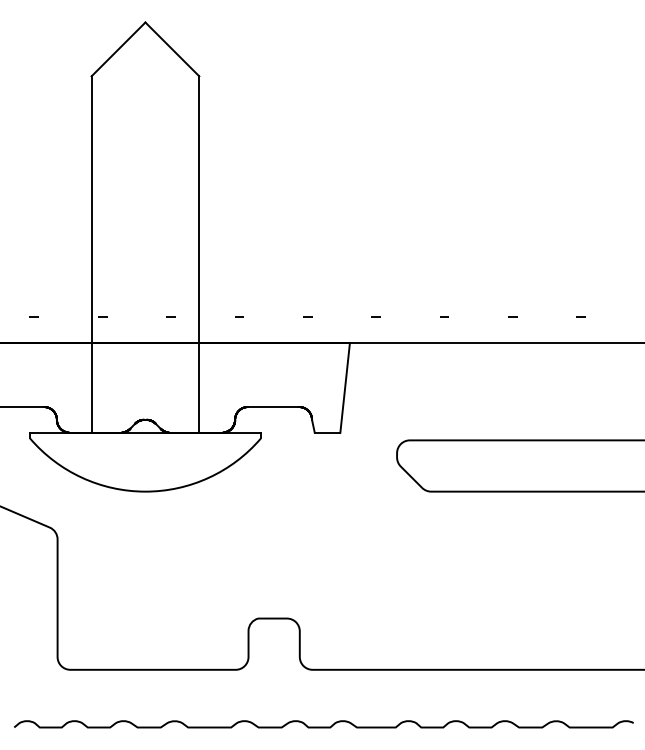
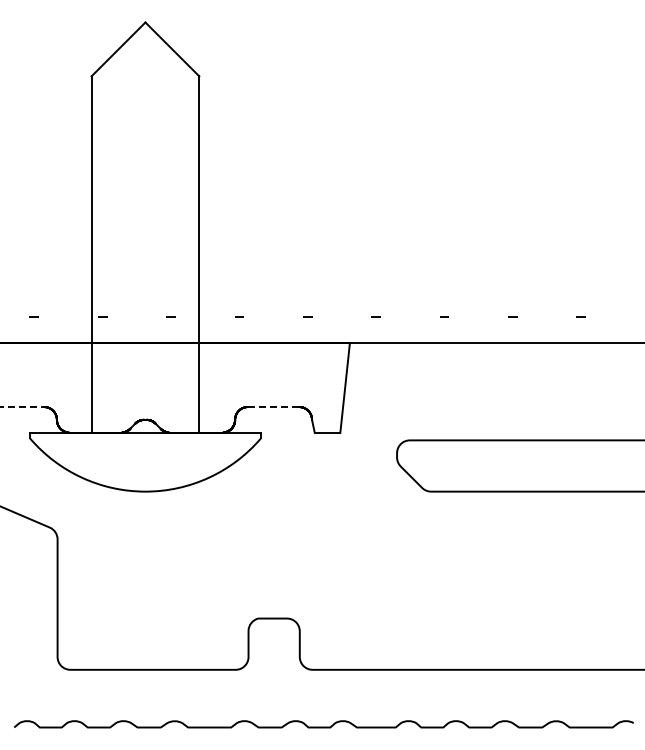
line at (22, 407): solid -> dashed
line at (273, 407): solid -> dashed
